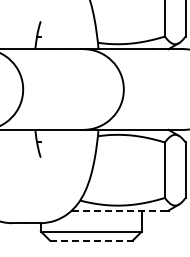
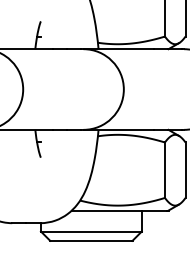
line at (119, 210): dashed -> solid
line at (90, 240): dashed -> solid
